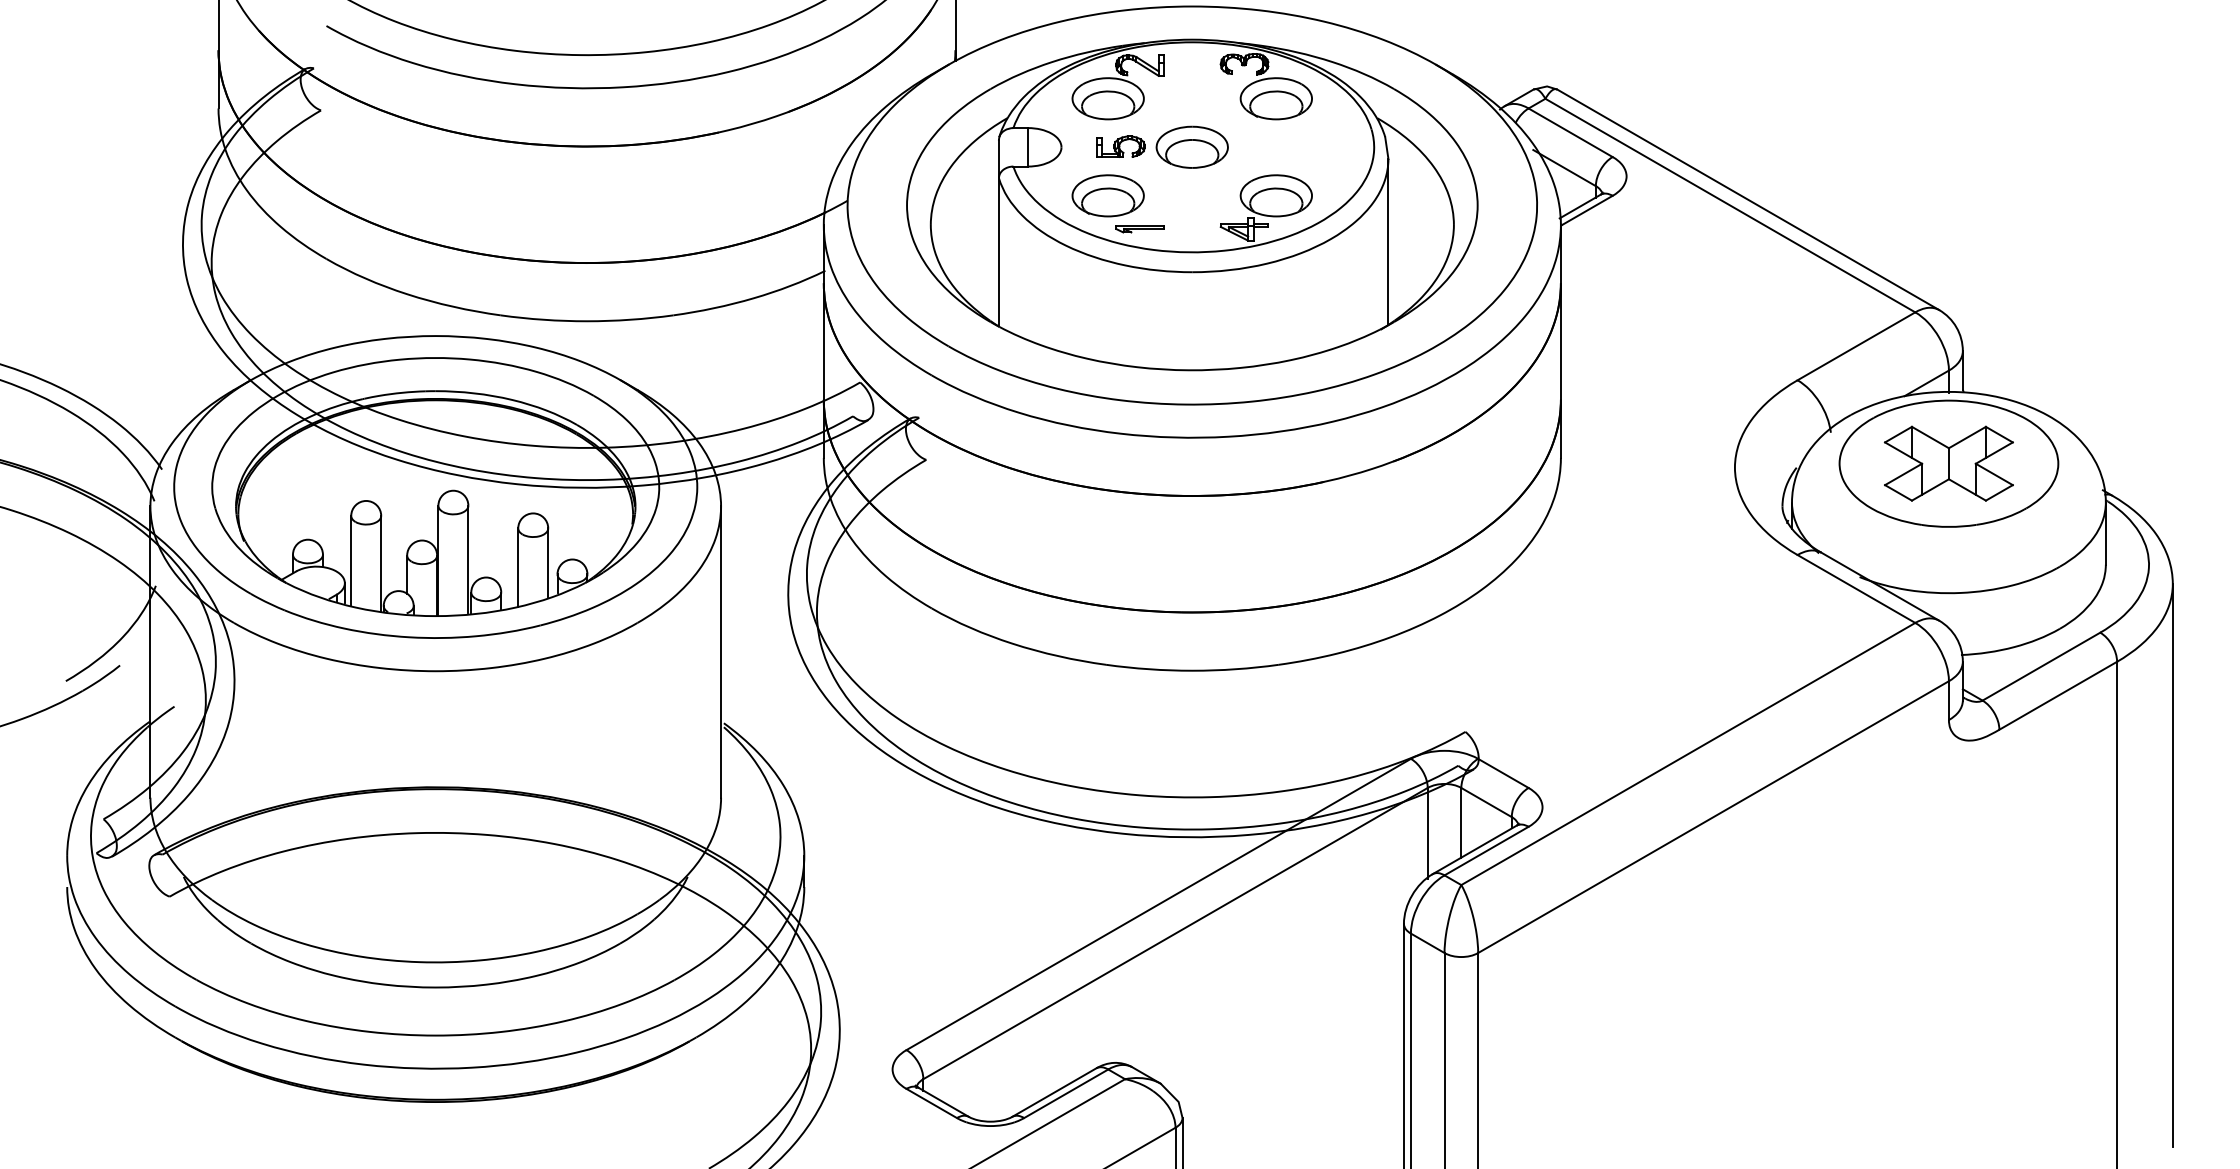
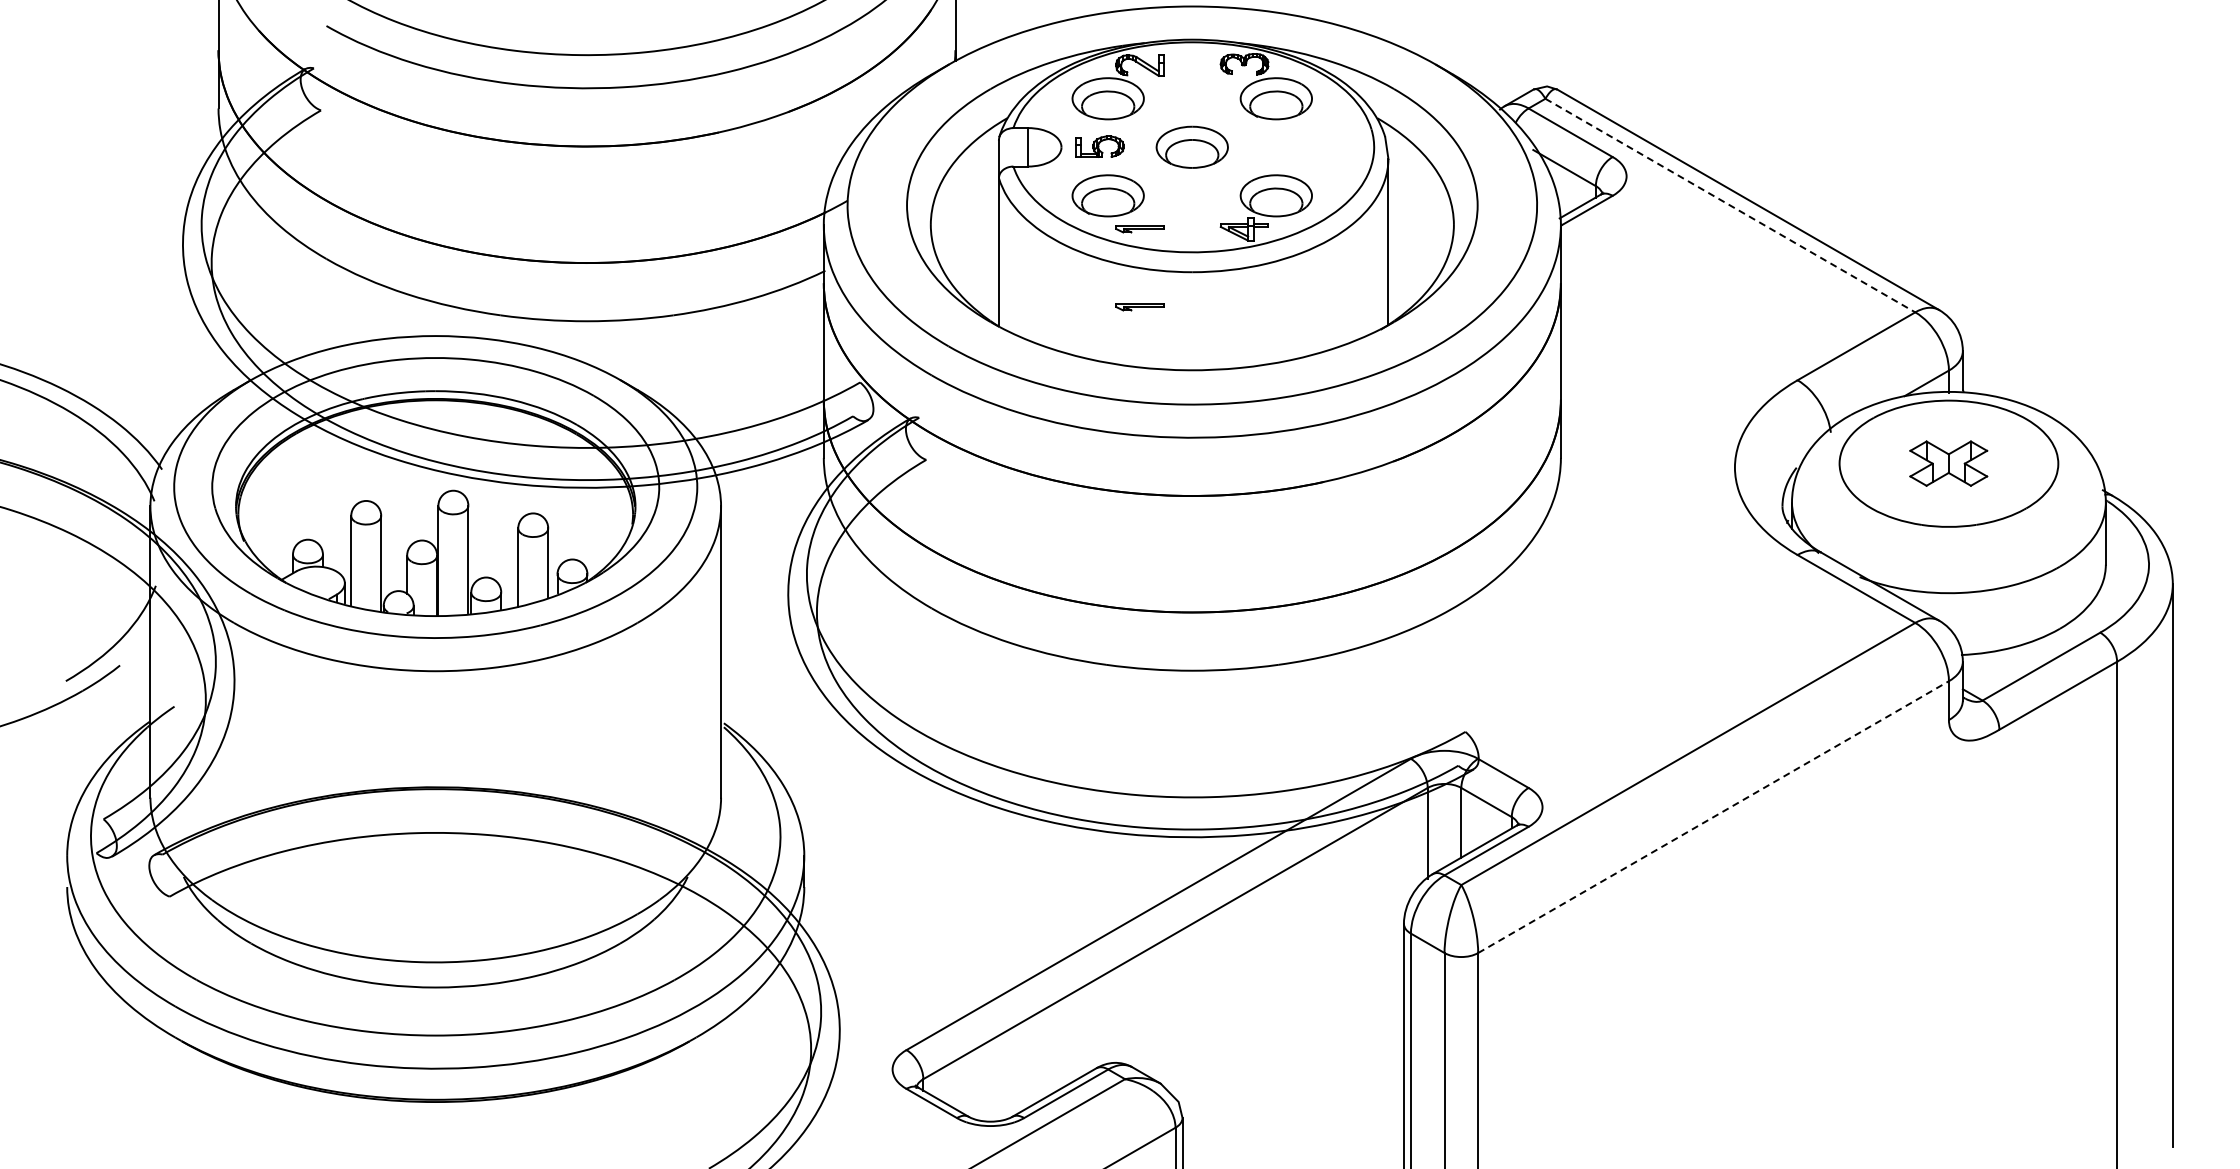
part at (1120, 146) position: (1120, 146) -> (1099, 146)
line at (1730, 205): solid -> dashed
part at (1139, 307): none -> present
part at (1948, 463) size: 131x77 px -> 80x47 px
line at (1713, 817): solid -> dashed
